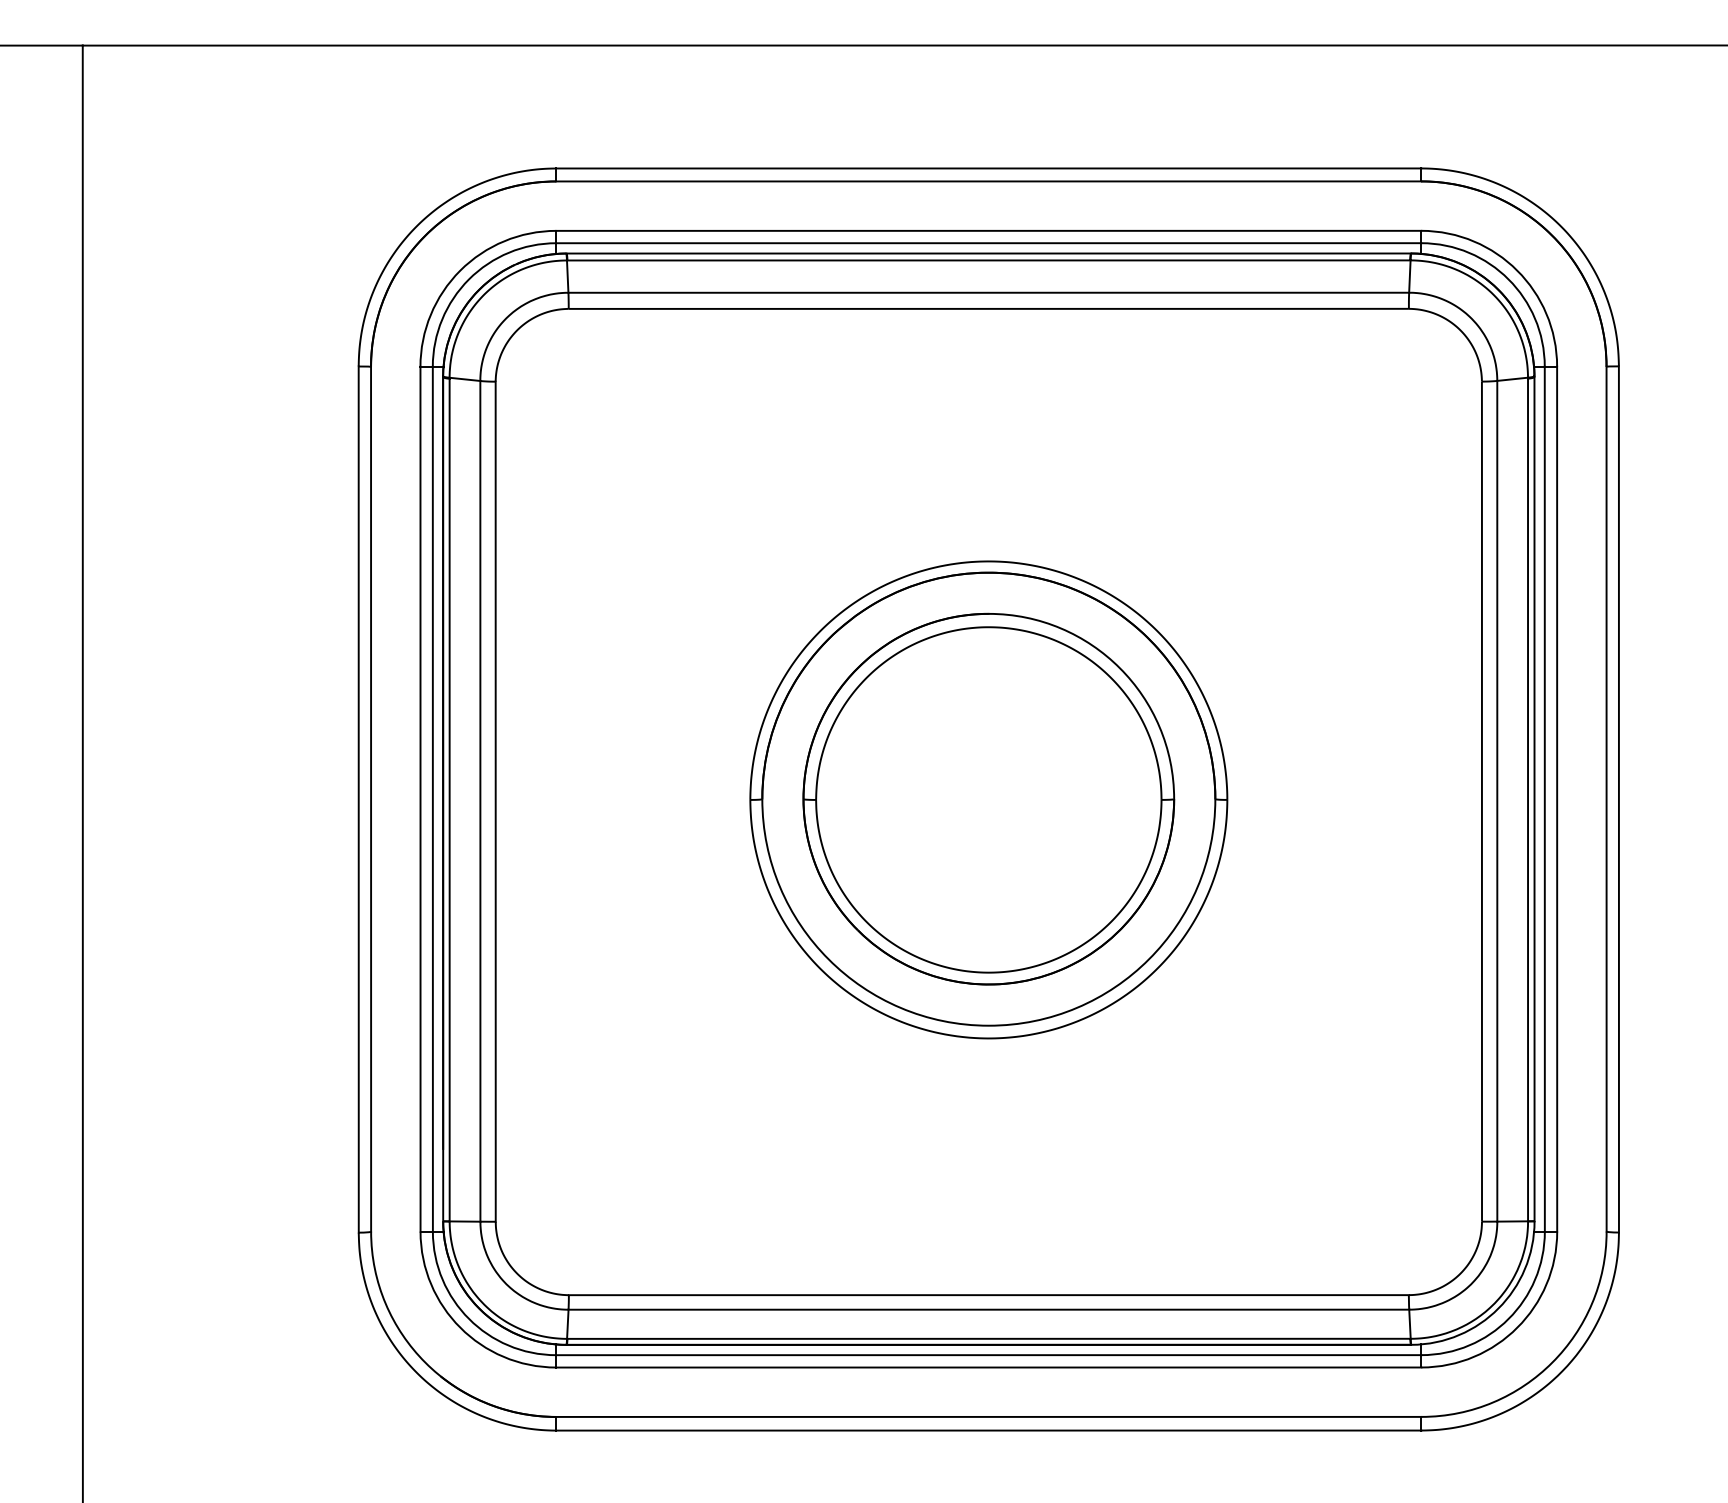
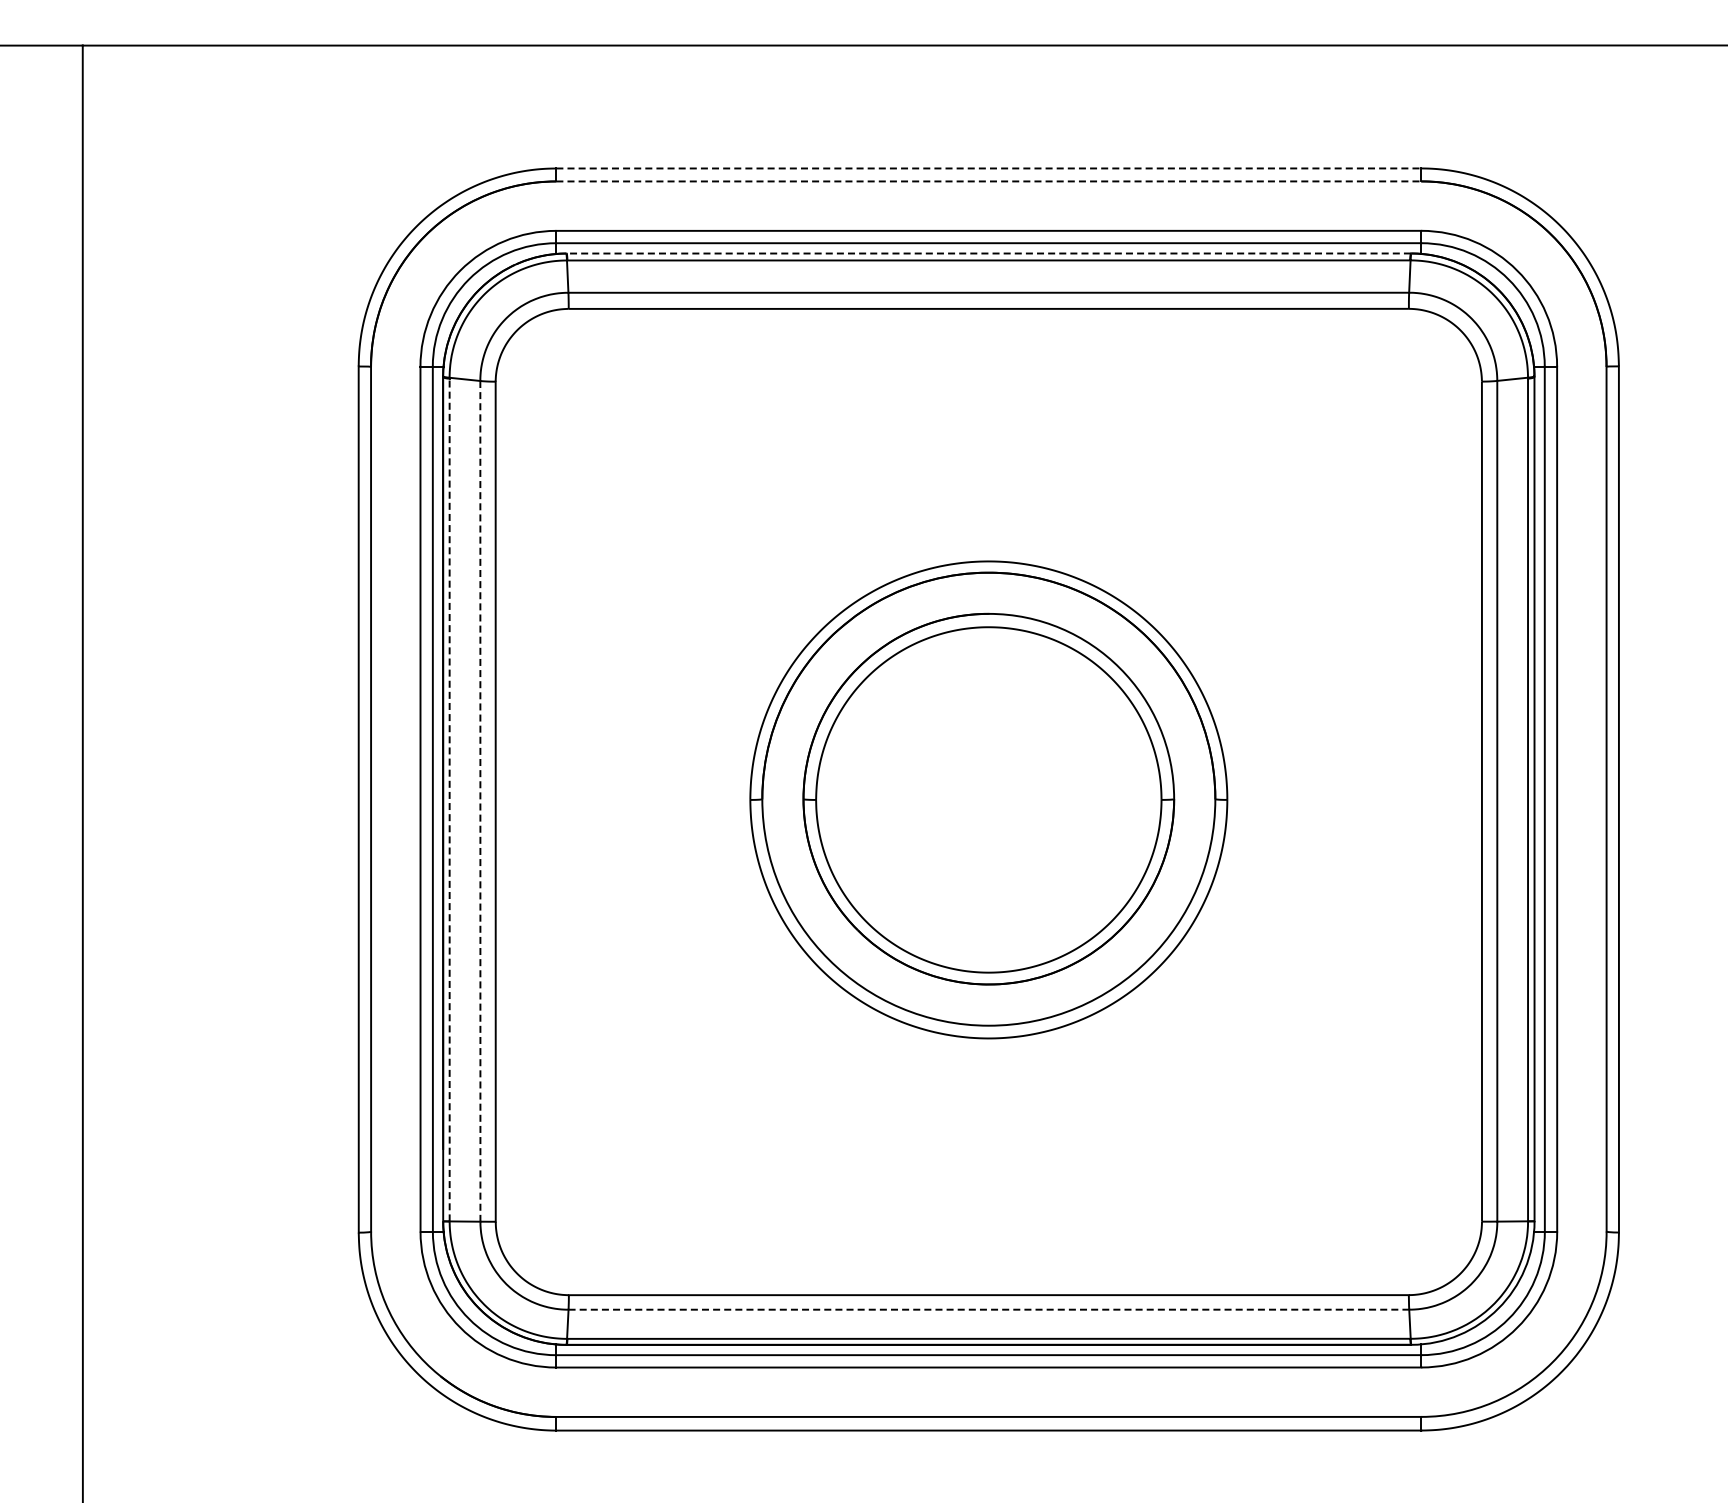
line at (989, 168): solid -> dashed
line at (989, 181): solid -> dashed
line at (988, 253): solid -> dashed
line at (449, 799): solid -> dashed
line at (480, 801): solid -> dashed
line at (989, 1309): solid -> dashed
